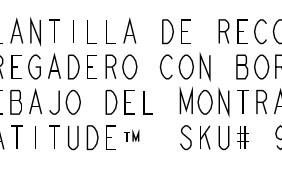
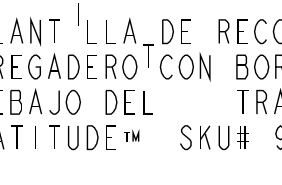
line at (73, 31) position: (73, 31) -> (78, 14)
part at (148, 55): none -> present
part at (204, 101): present -> none
